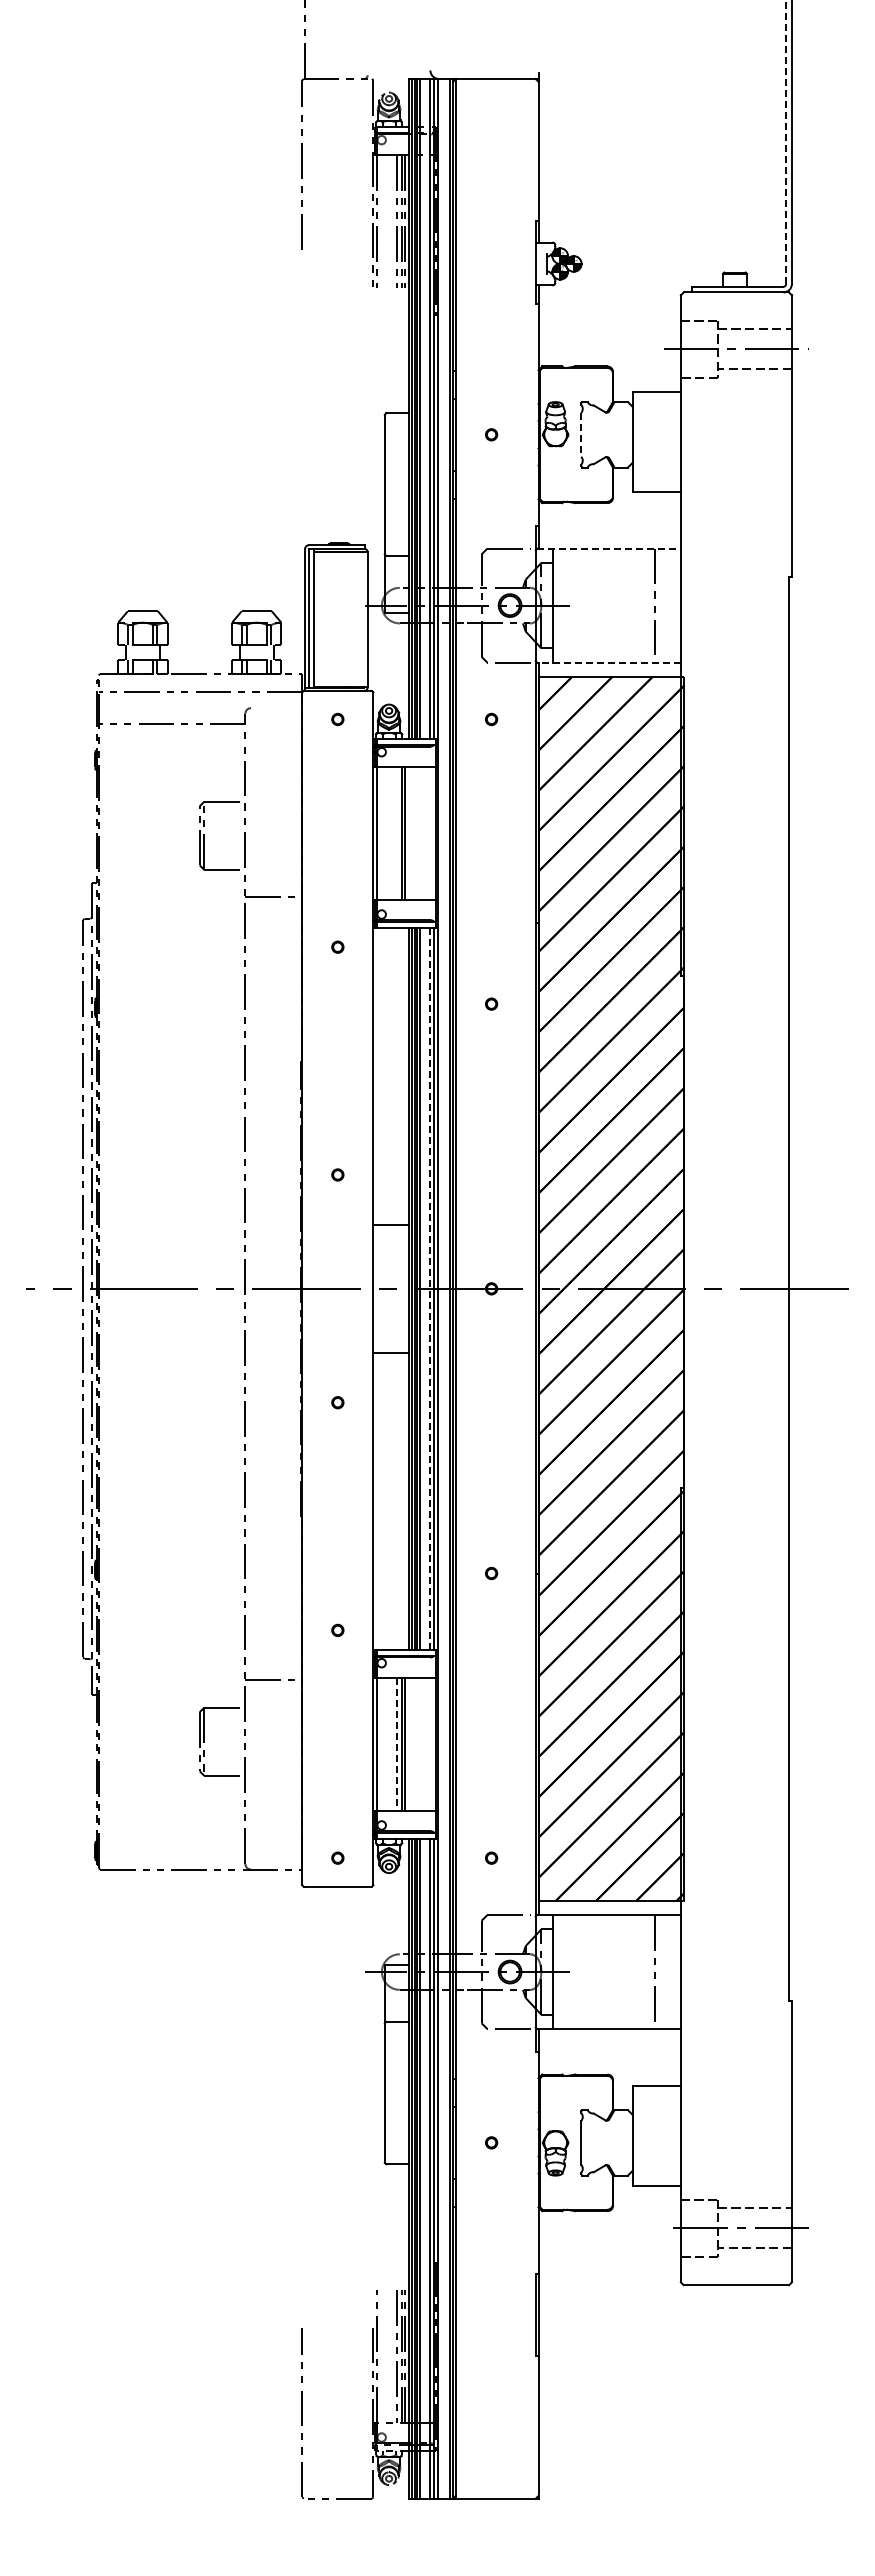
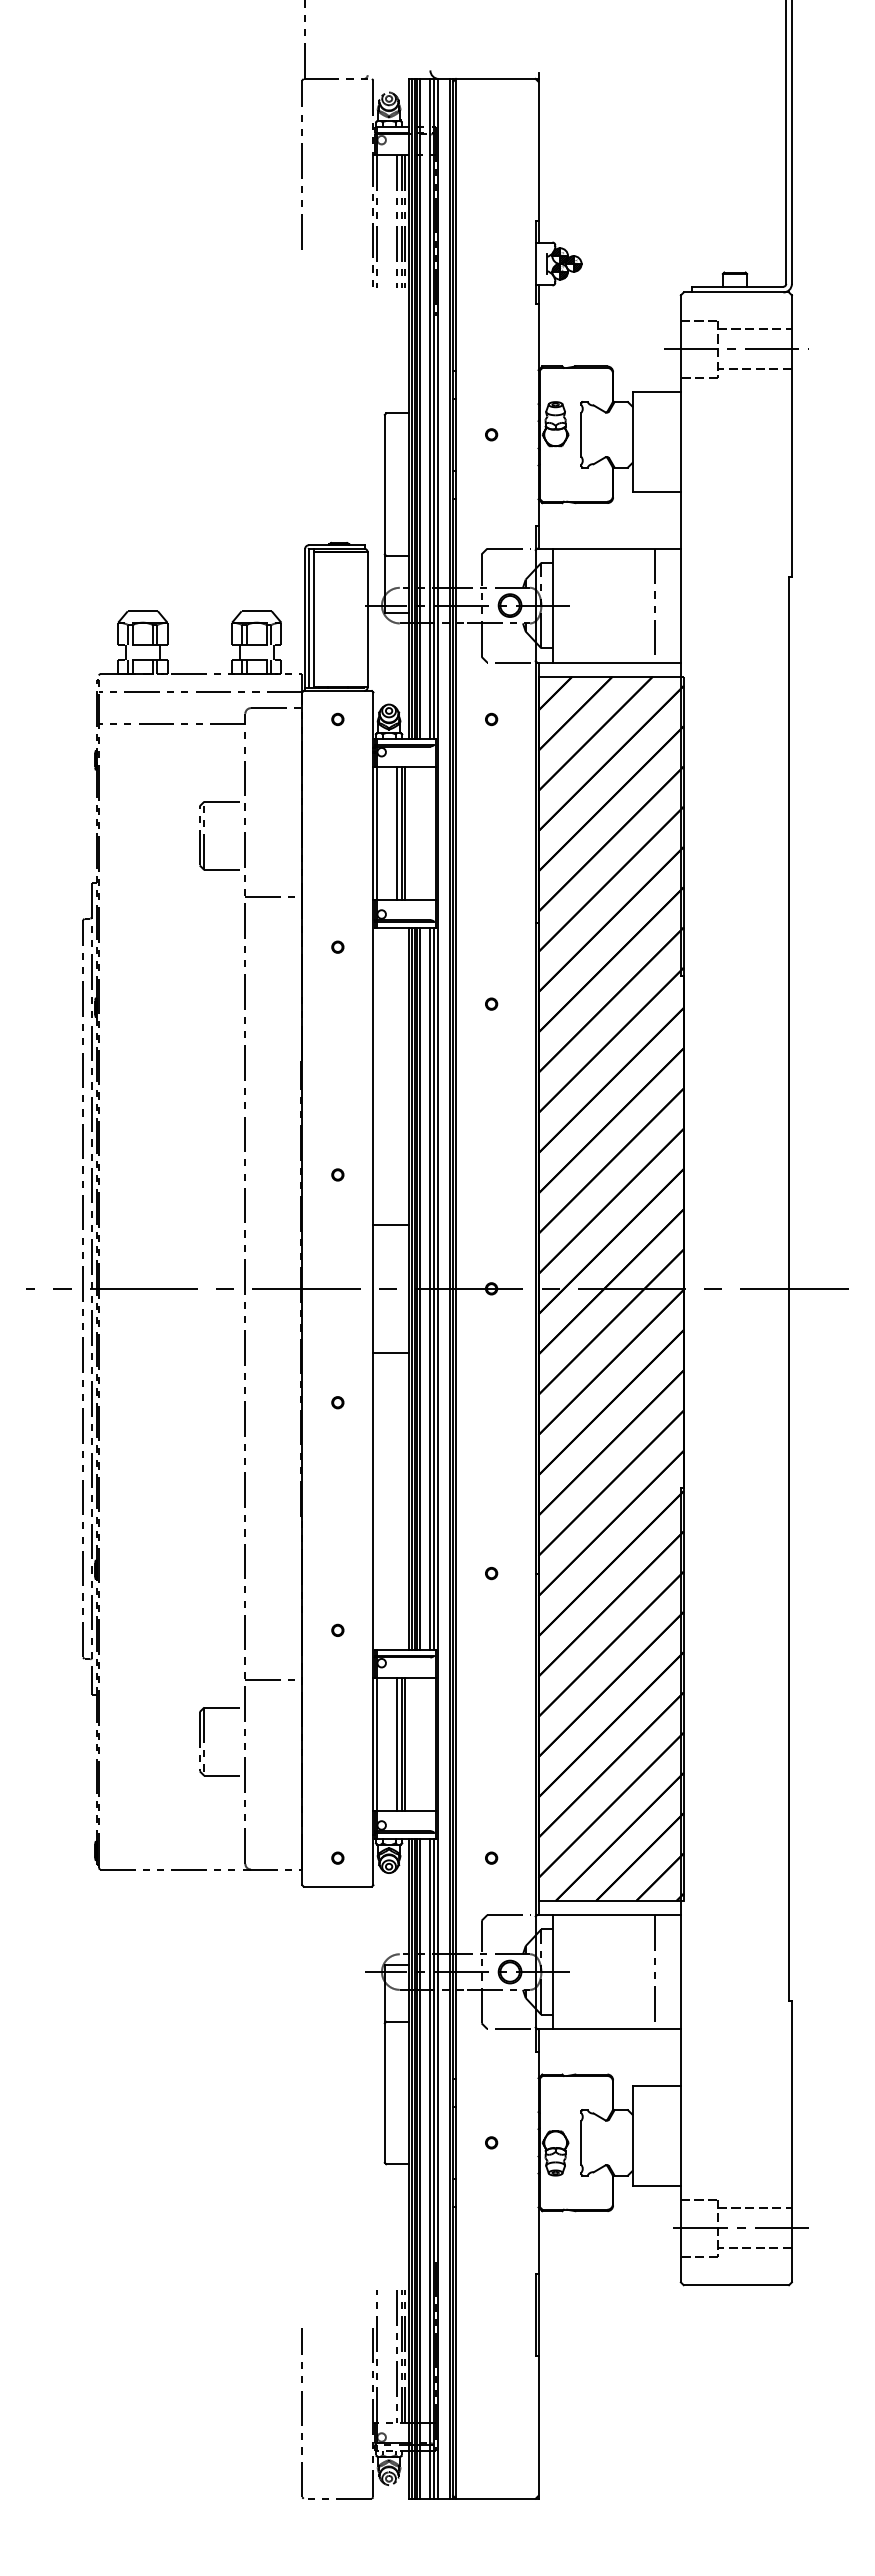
line at (786, 142): dashed -> solid
line at (581, 434): dashed -> solid
line at (609, 548): dashed -> solid
line at (609, 662): dashed -> solid
line at (276, 708): none -> present
line at (396, 833): none -> present
line at (429, 1288): dashed -> solid
line at (396, 1744): dashed -> solid
